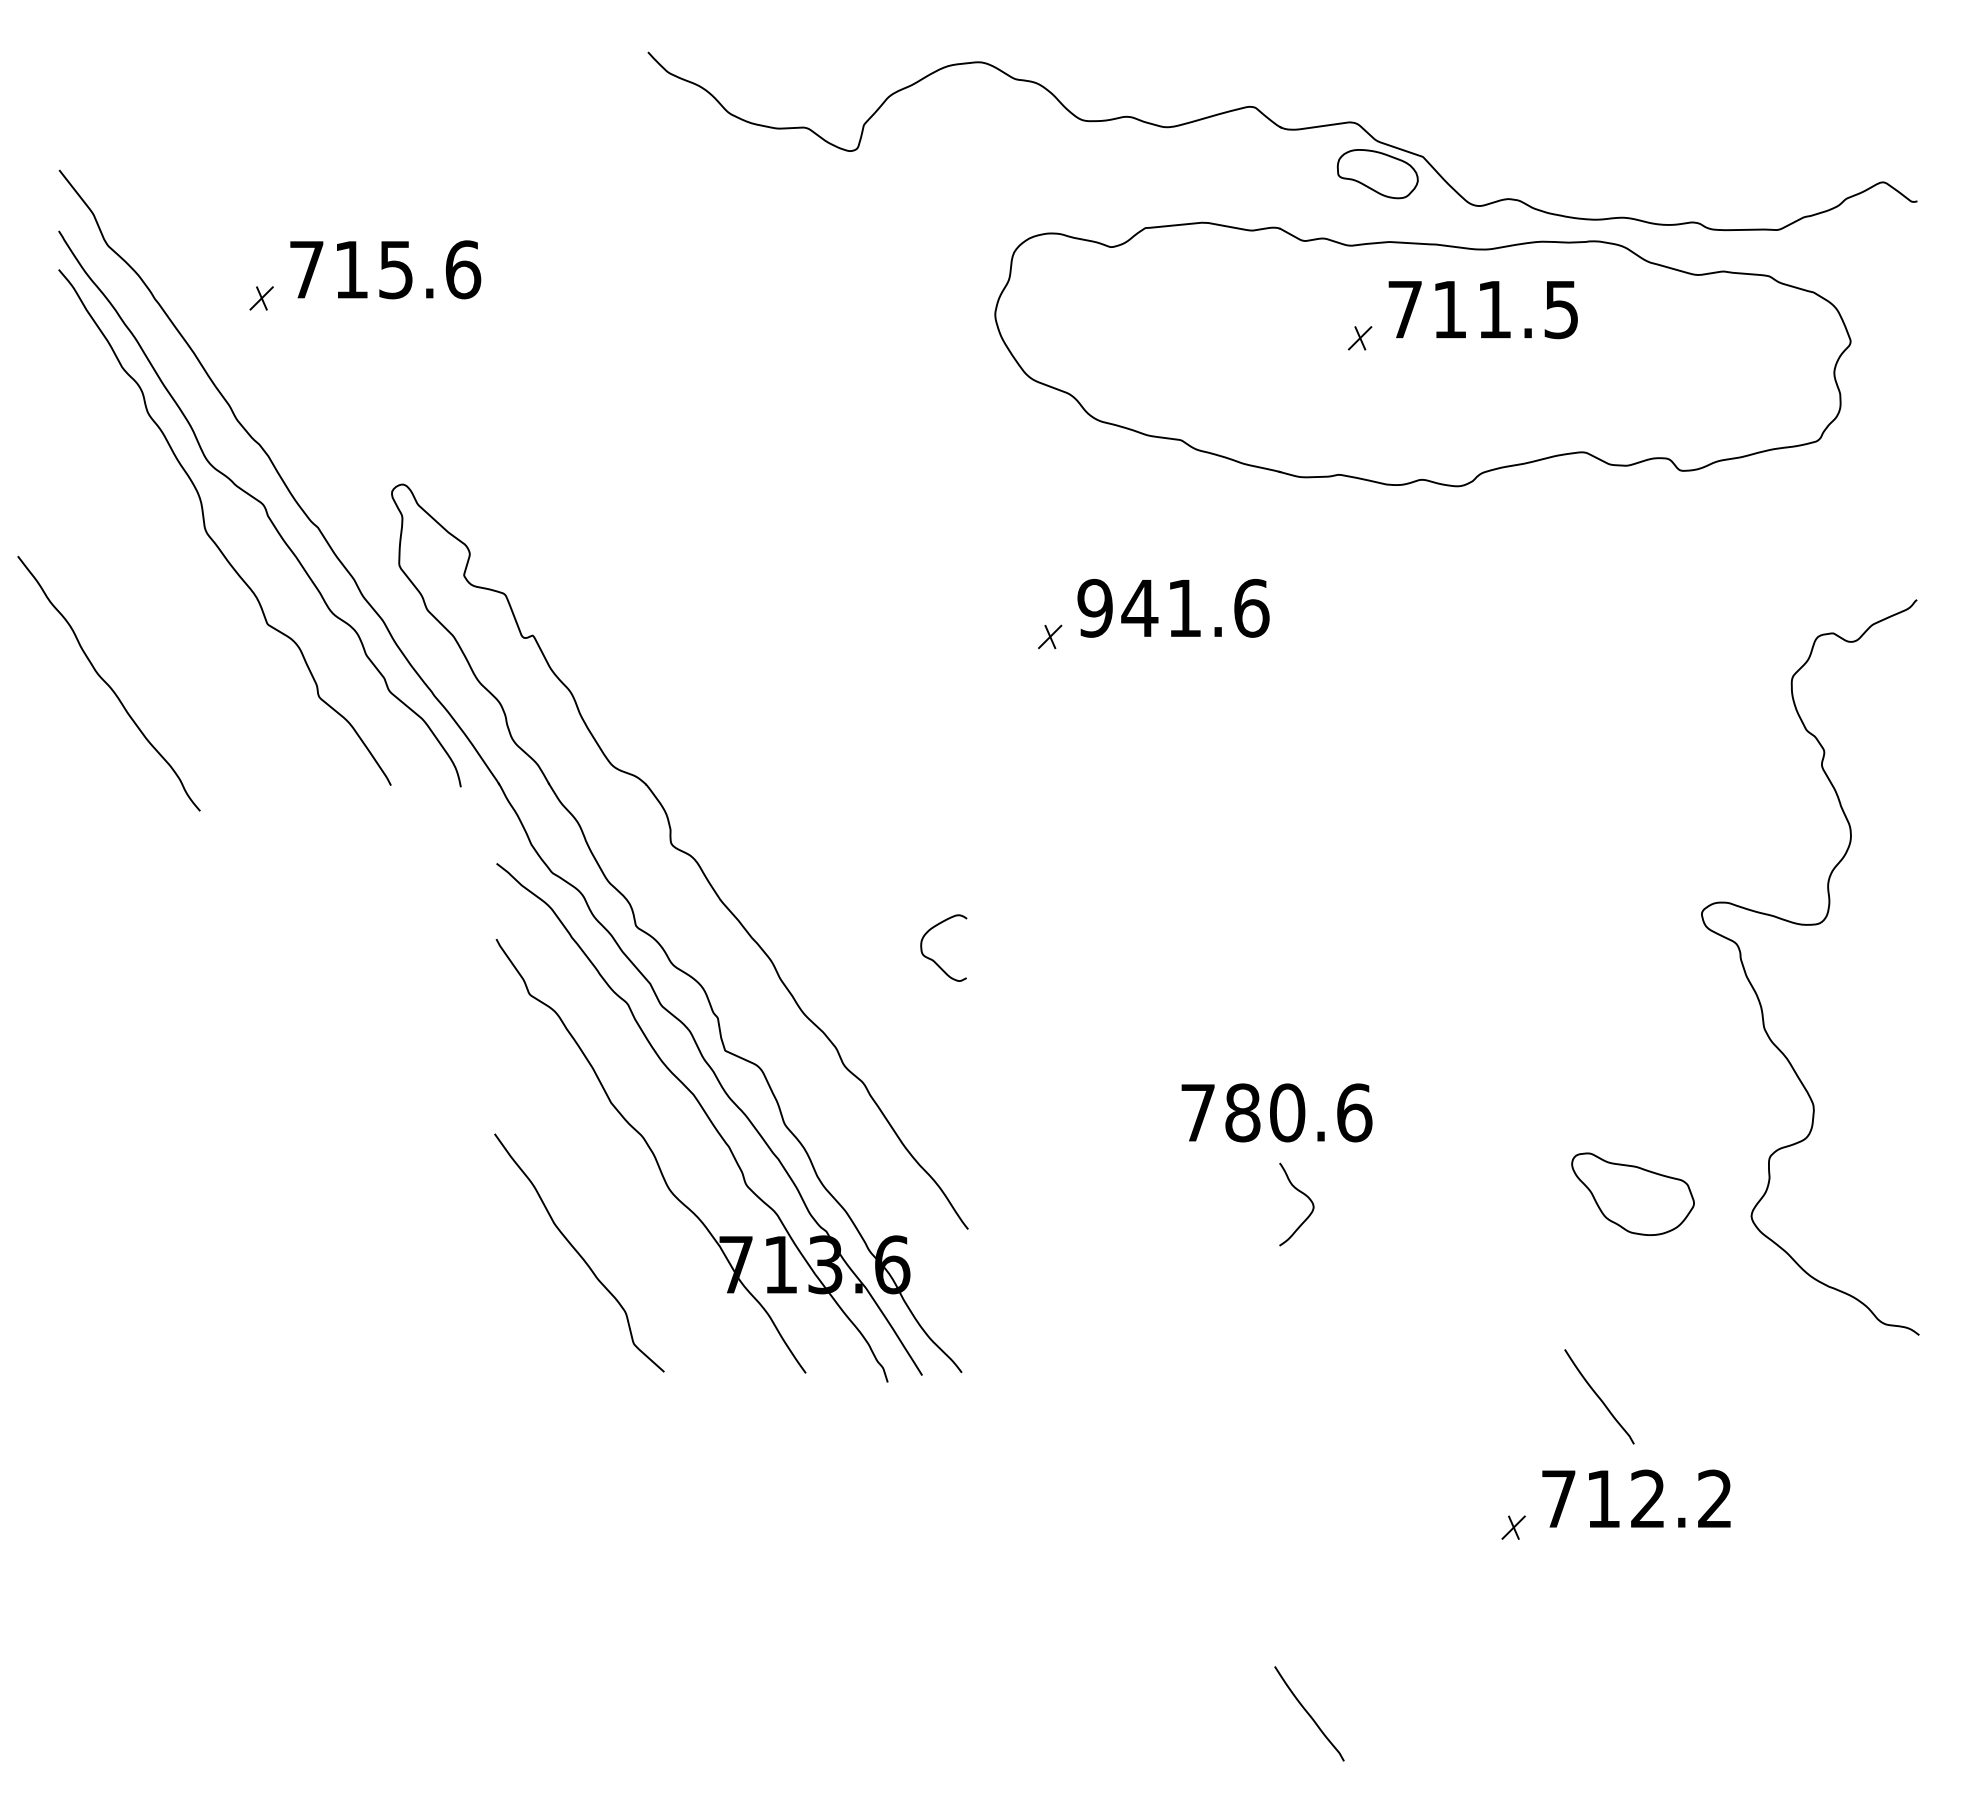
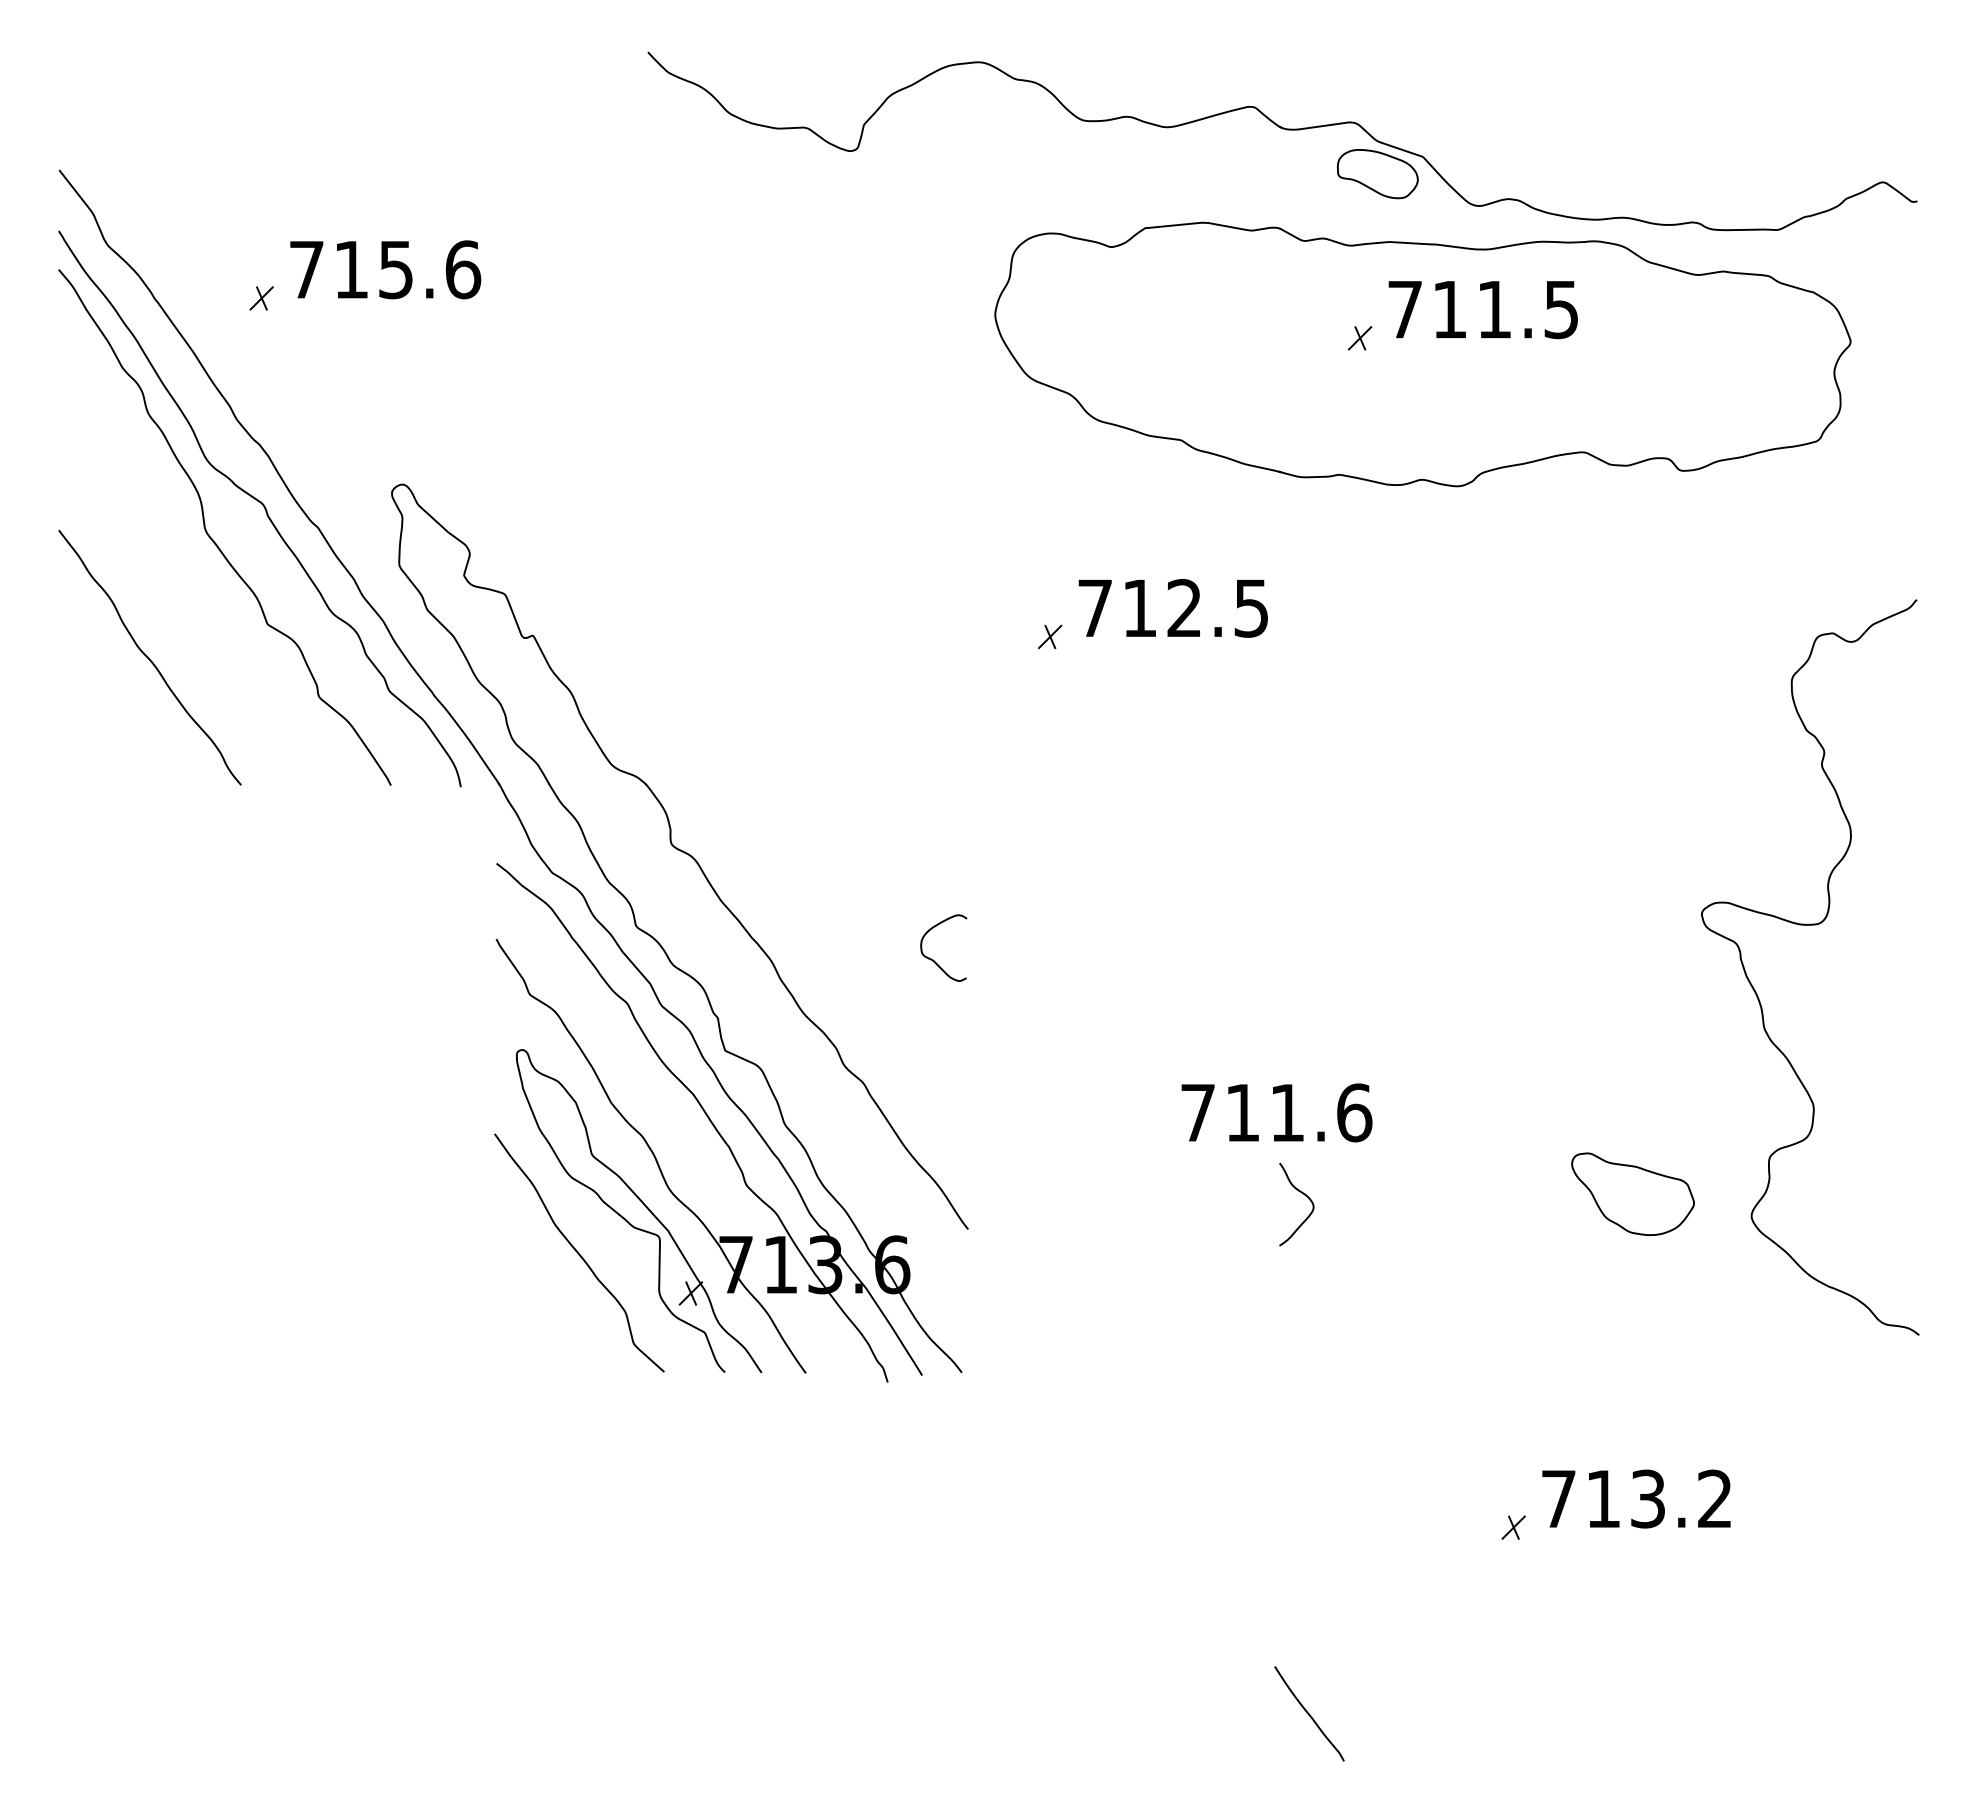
text at (1173, 607): 941.6 -> 712.5
curve at (107, 683) position: (107, 683) -> (148, 657)
text at (1265, 1112): 780.6 -> 711.6
part at (644, 1206): none -> present
curve at (1599, 1396): present -> none
text at (1647, 1498): 712.2 -> 713.2
